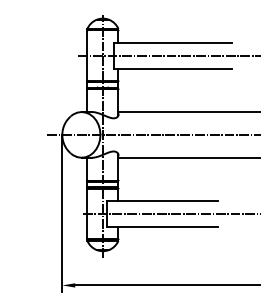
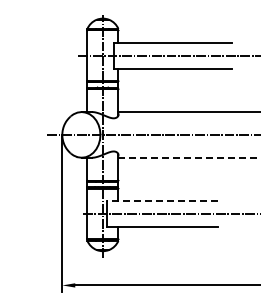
line at (189, 157): solid -> dashed
line at (162, 201): solid -> dashed
